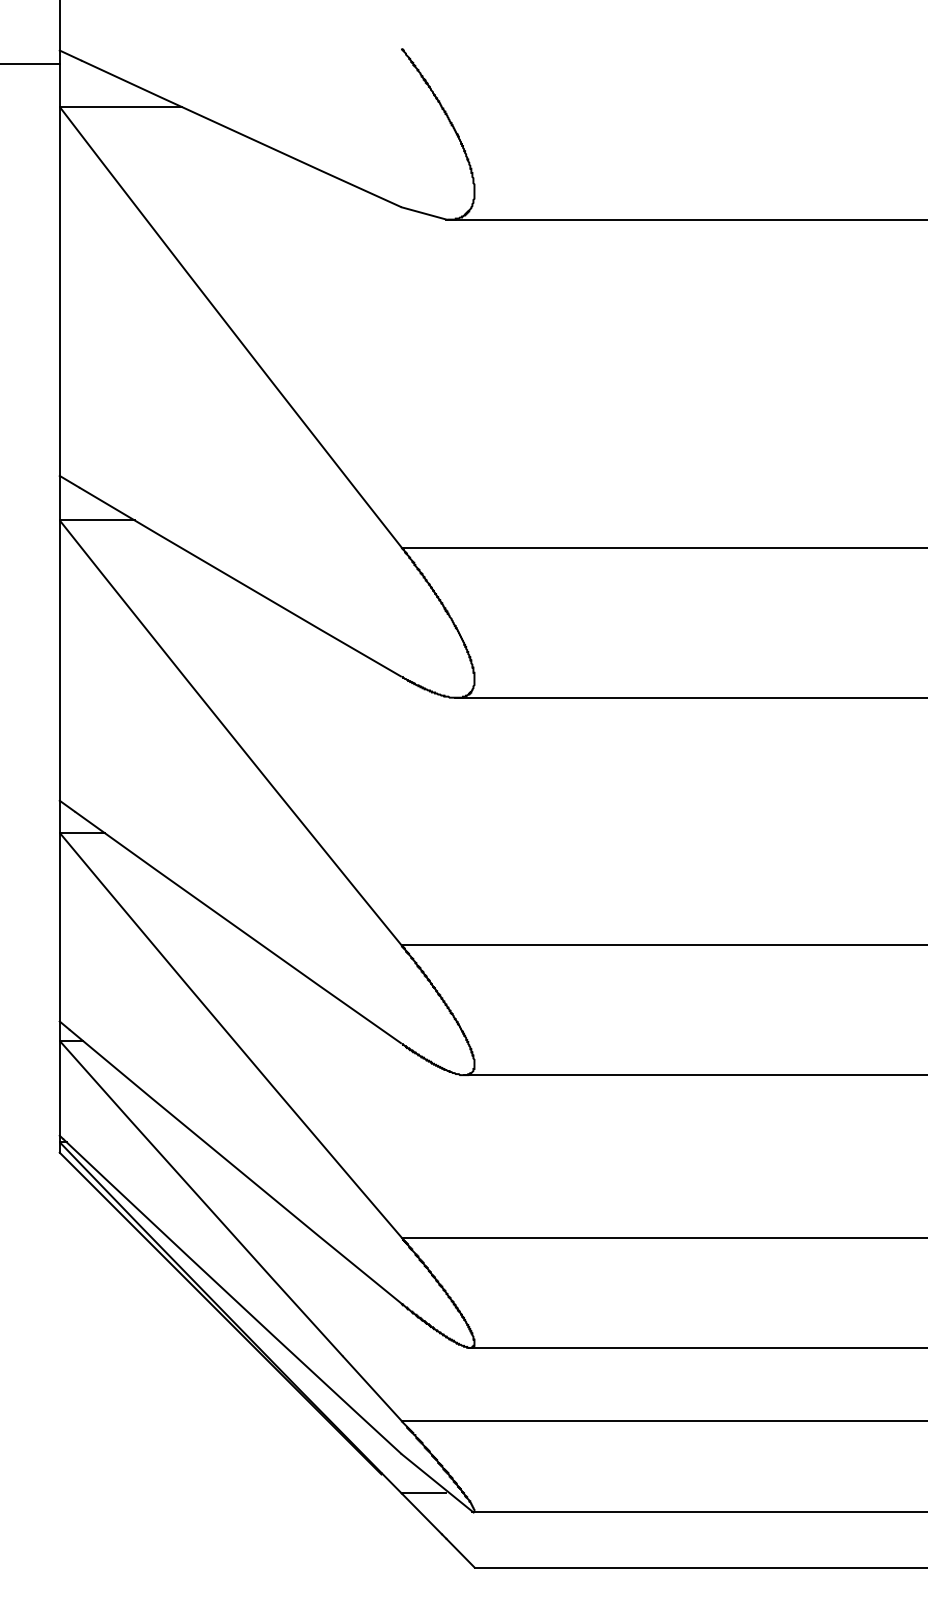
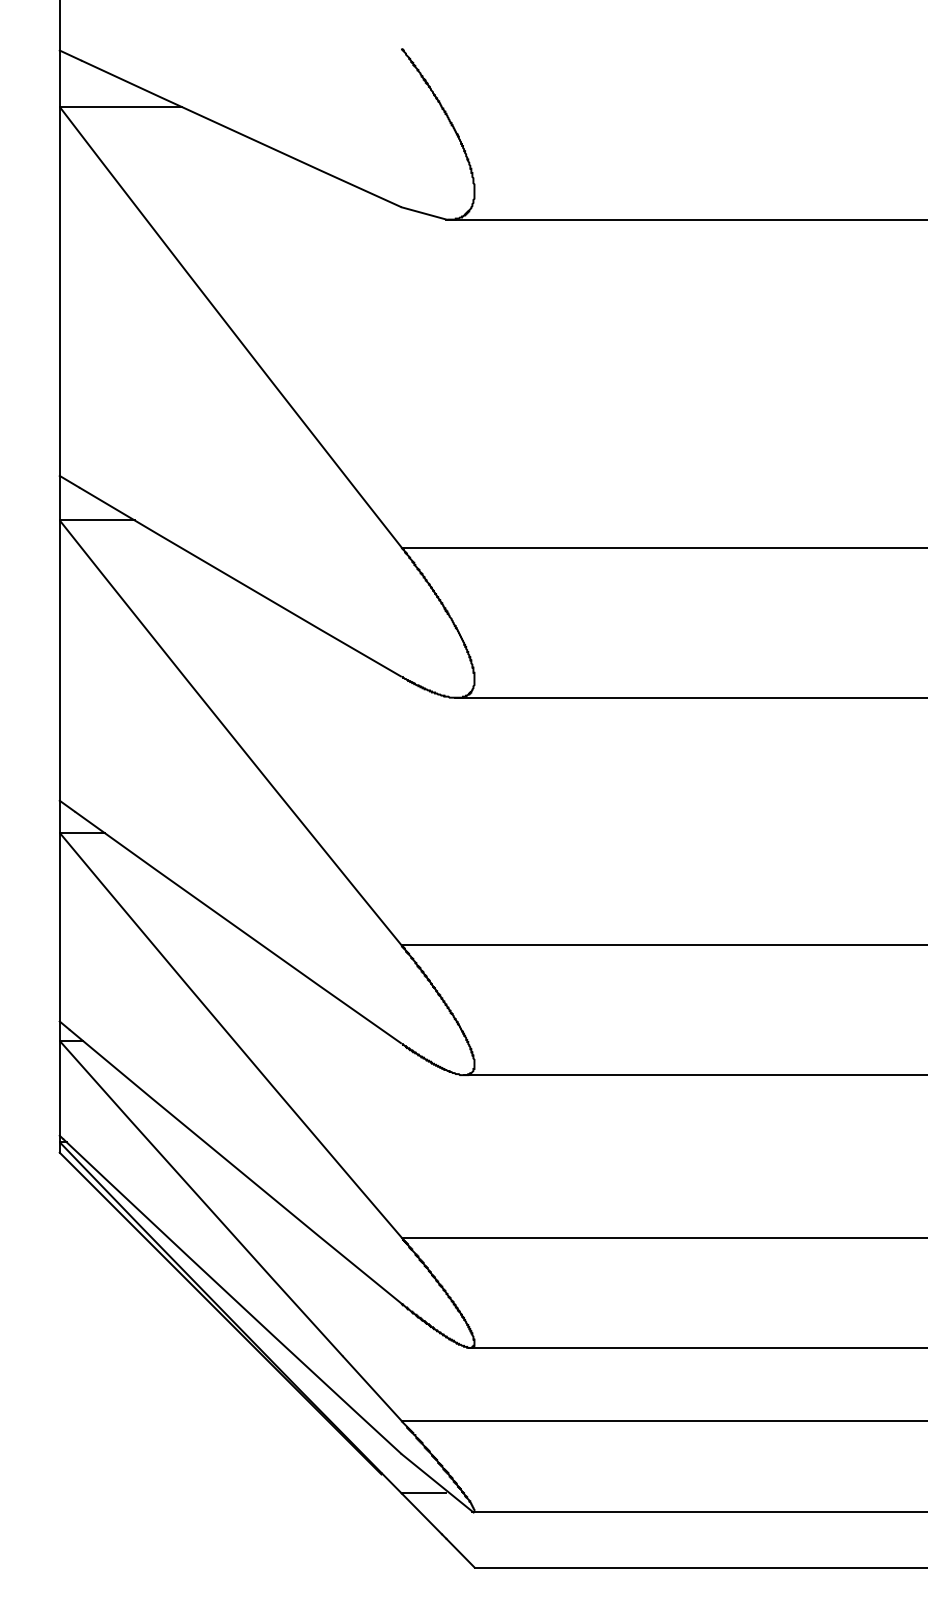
line at (30, 63): present -> none
